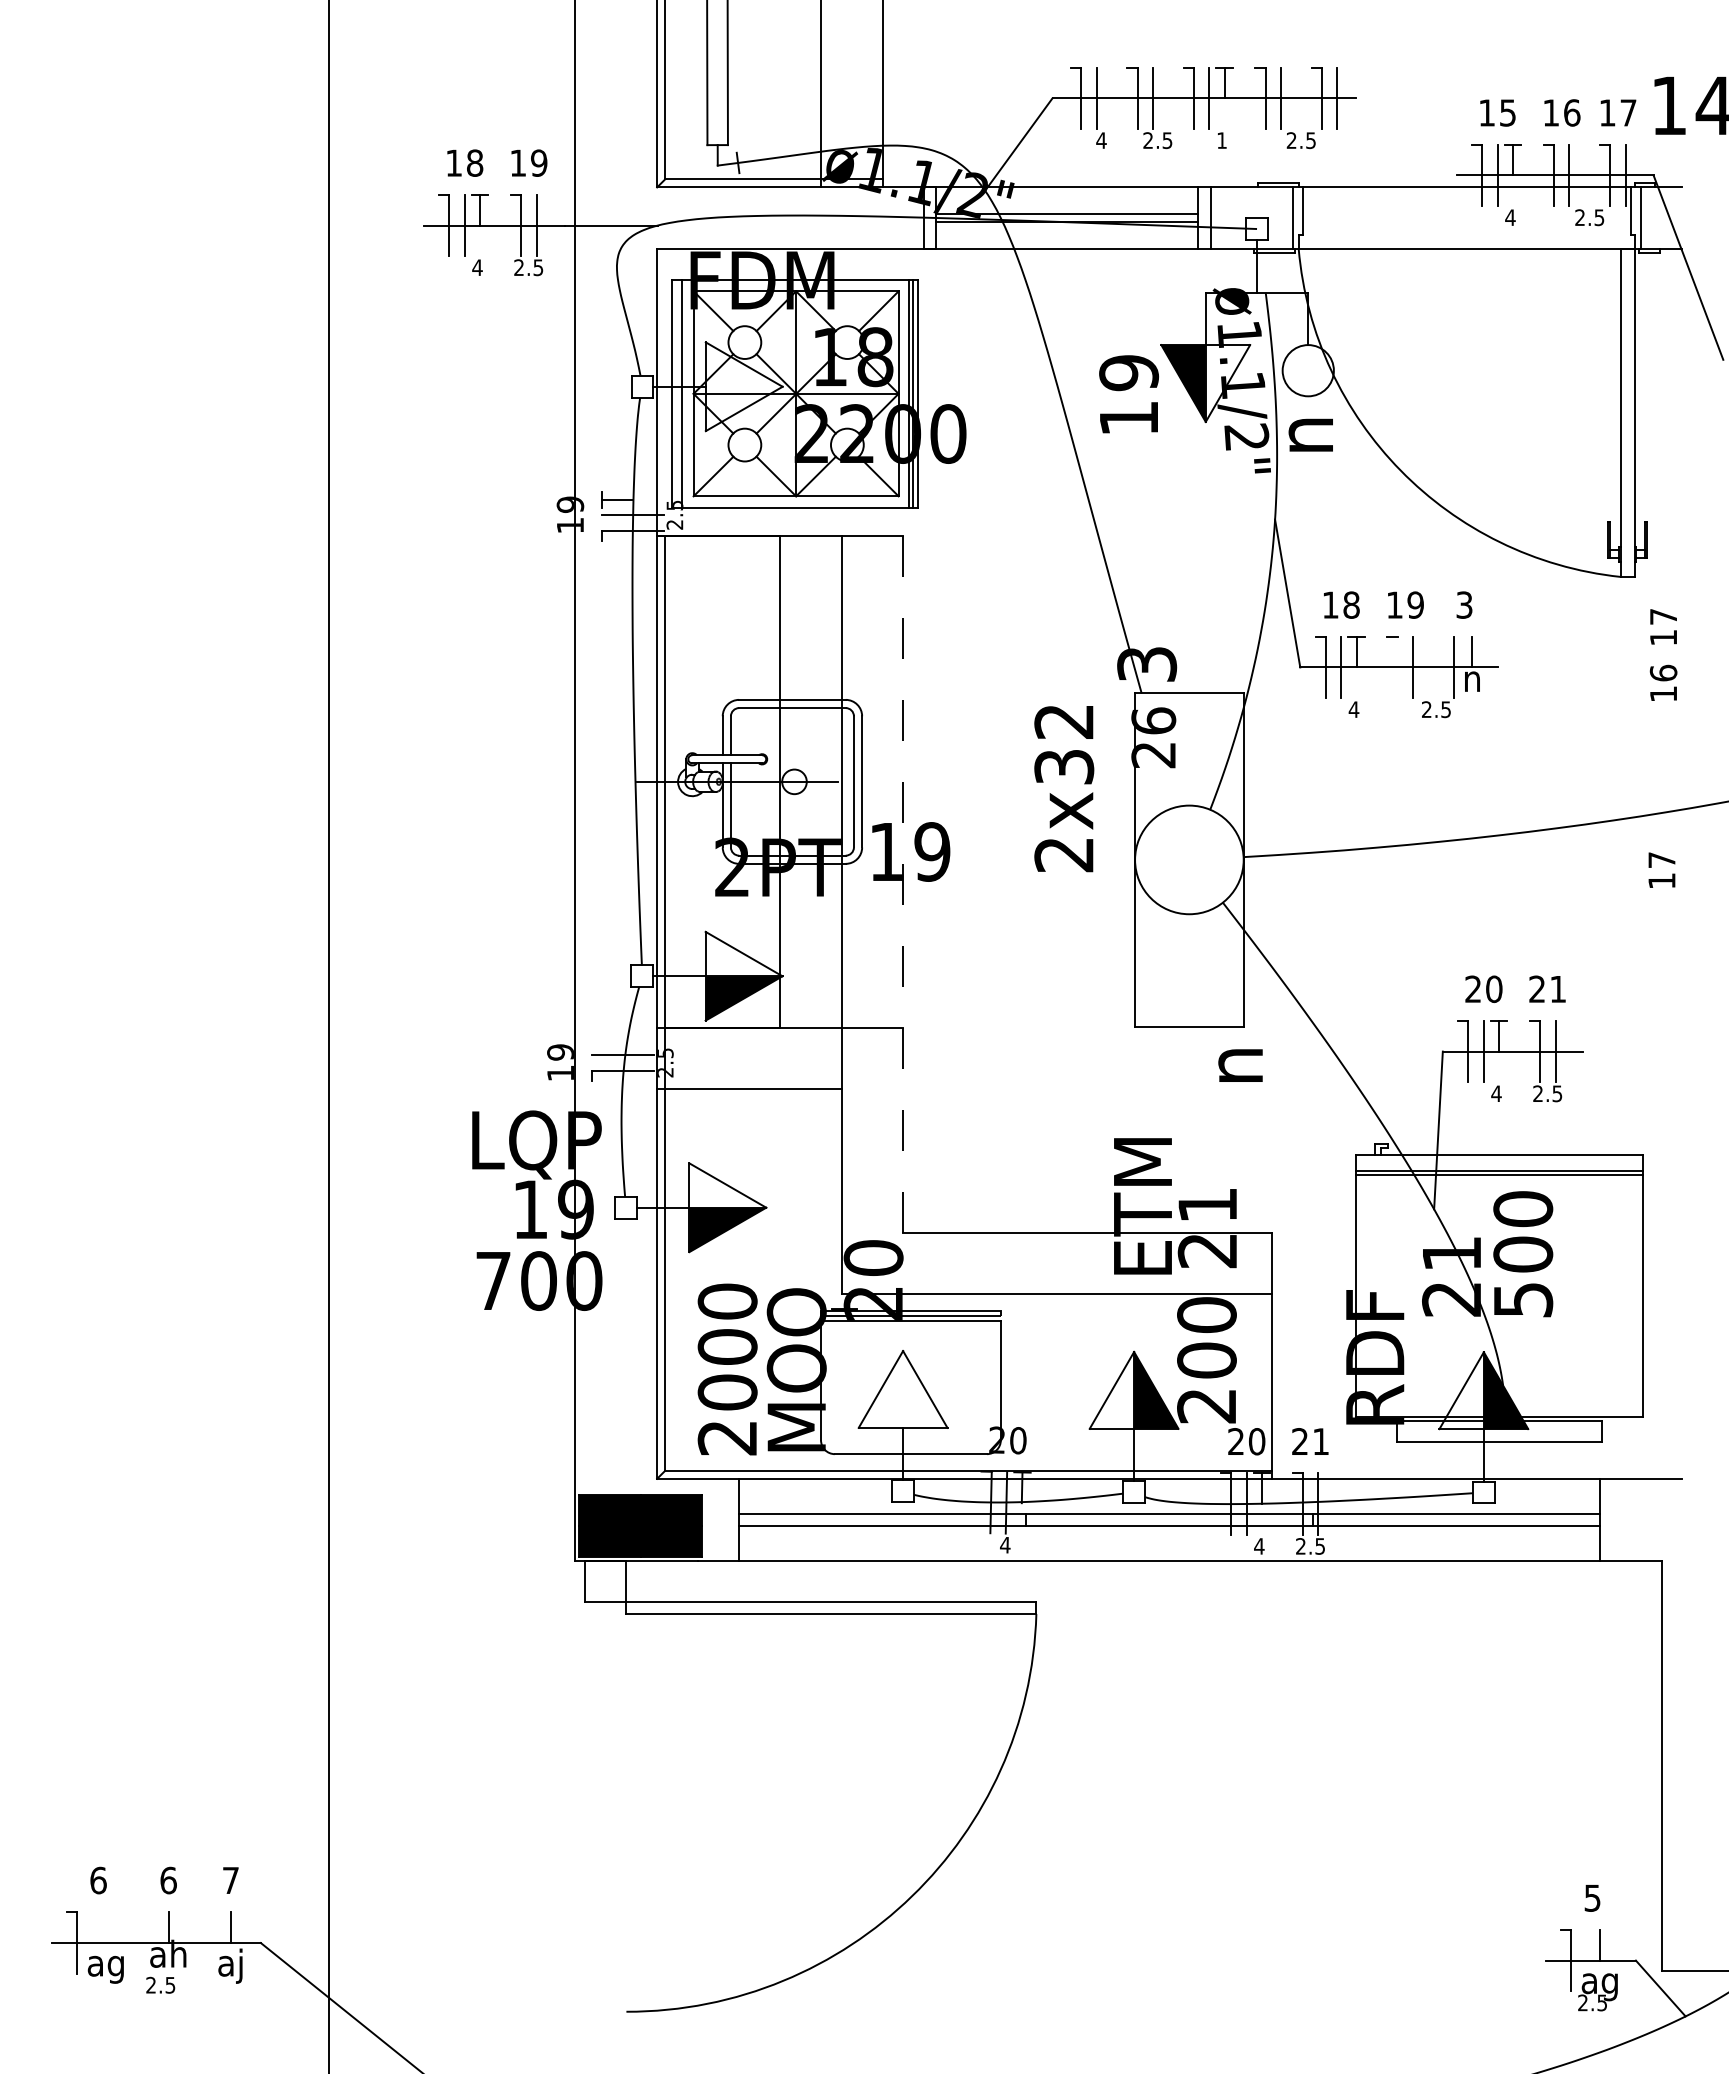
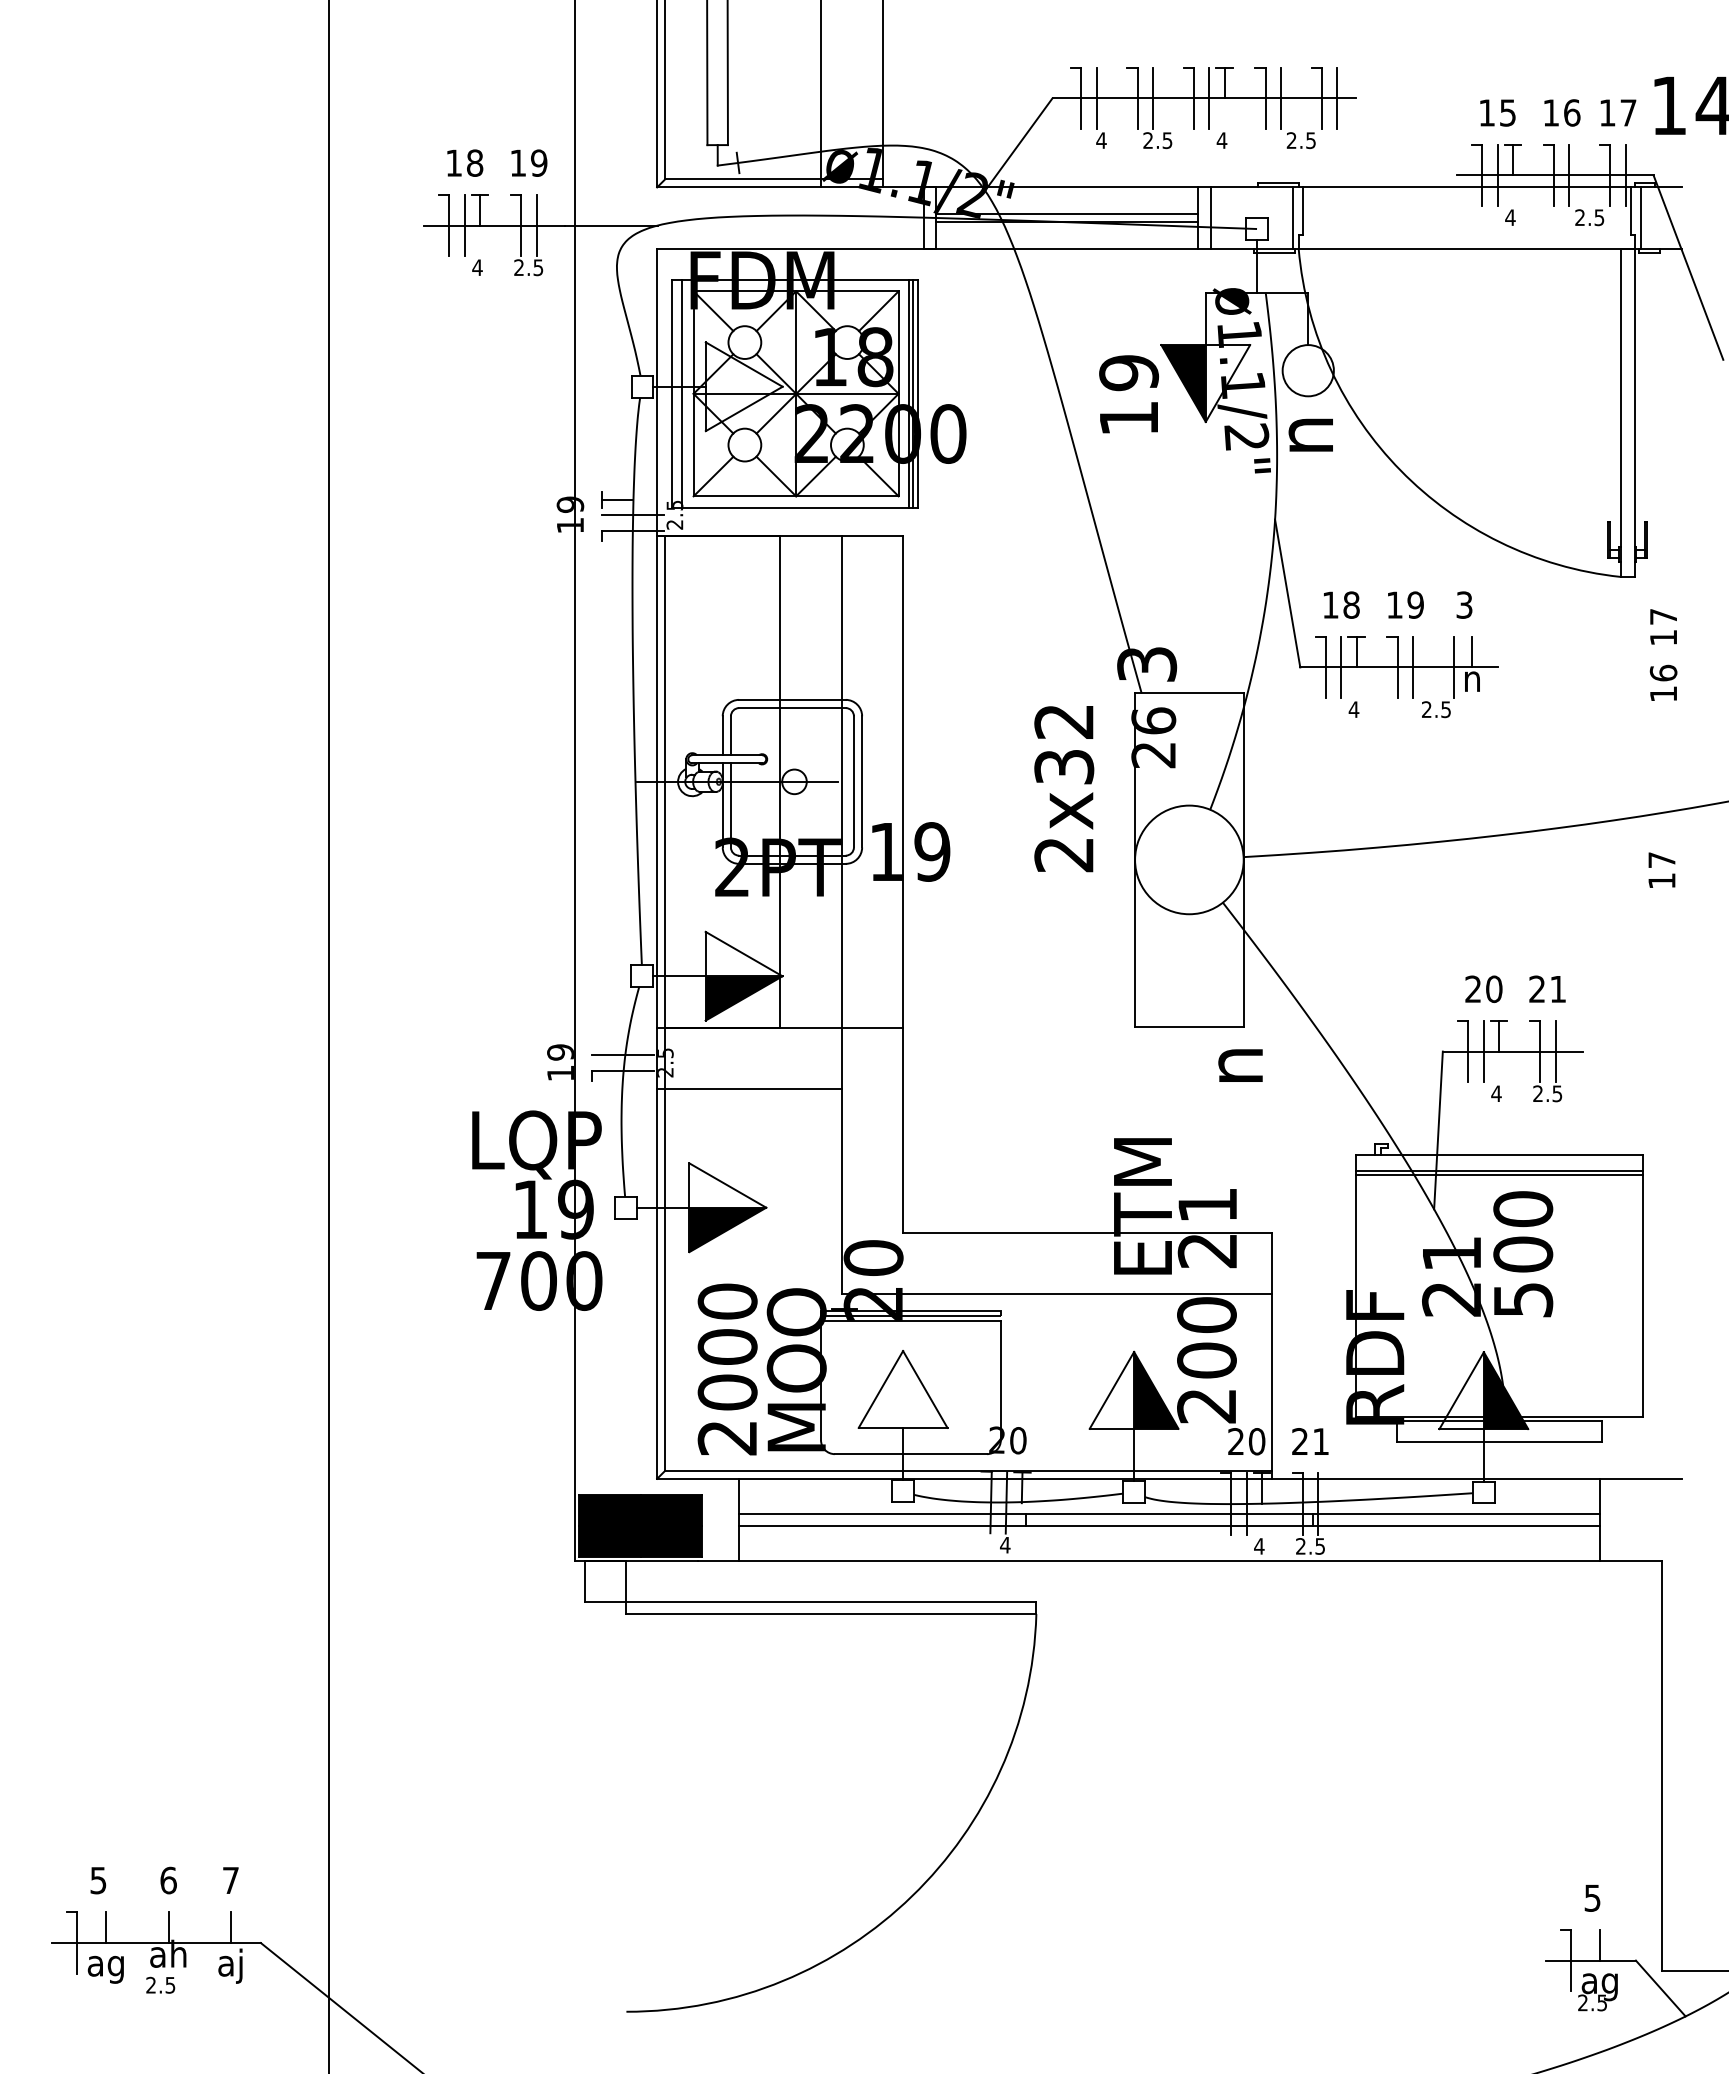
text at (1221, 140): 1 -> 4
line at (1397, 667): none -> present
line at (903, 884): dashed -> solid
text at (98, 1880): 6 -> 5
line at (106, 1927): none -> present
